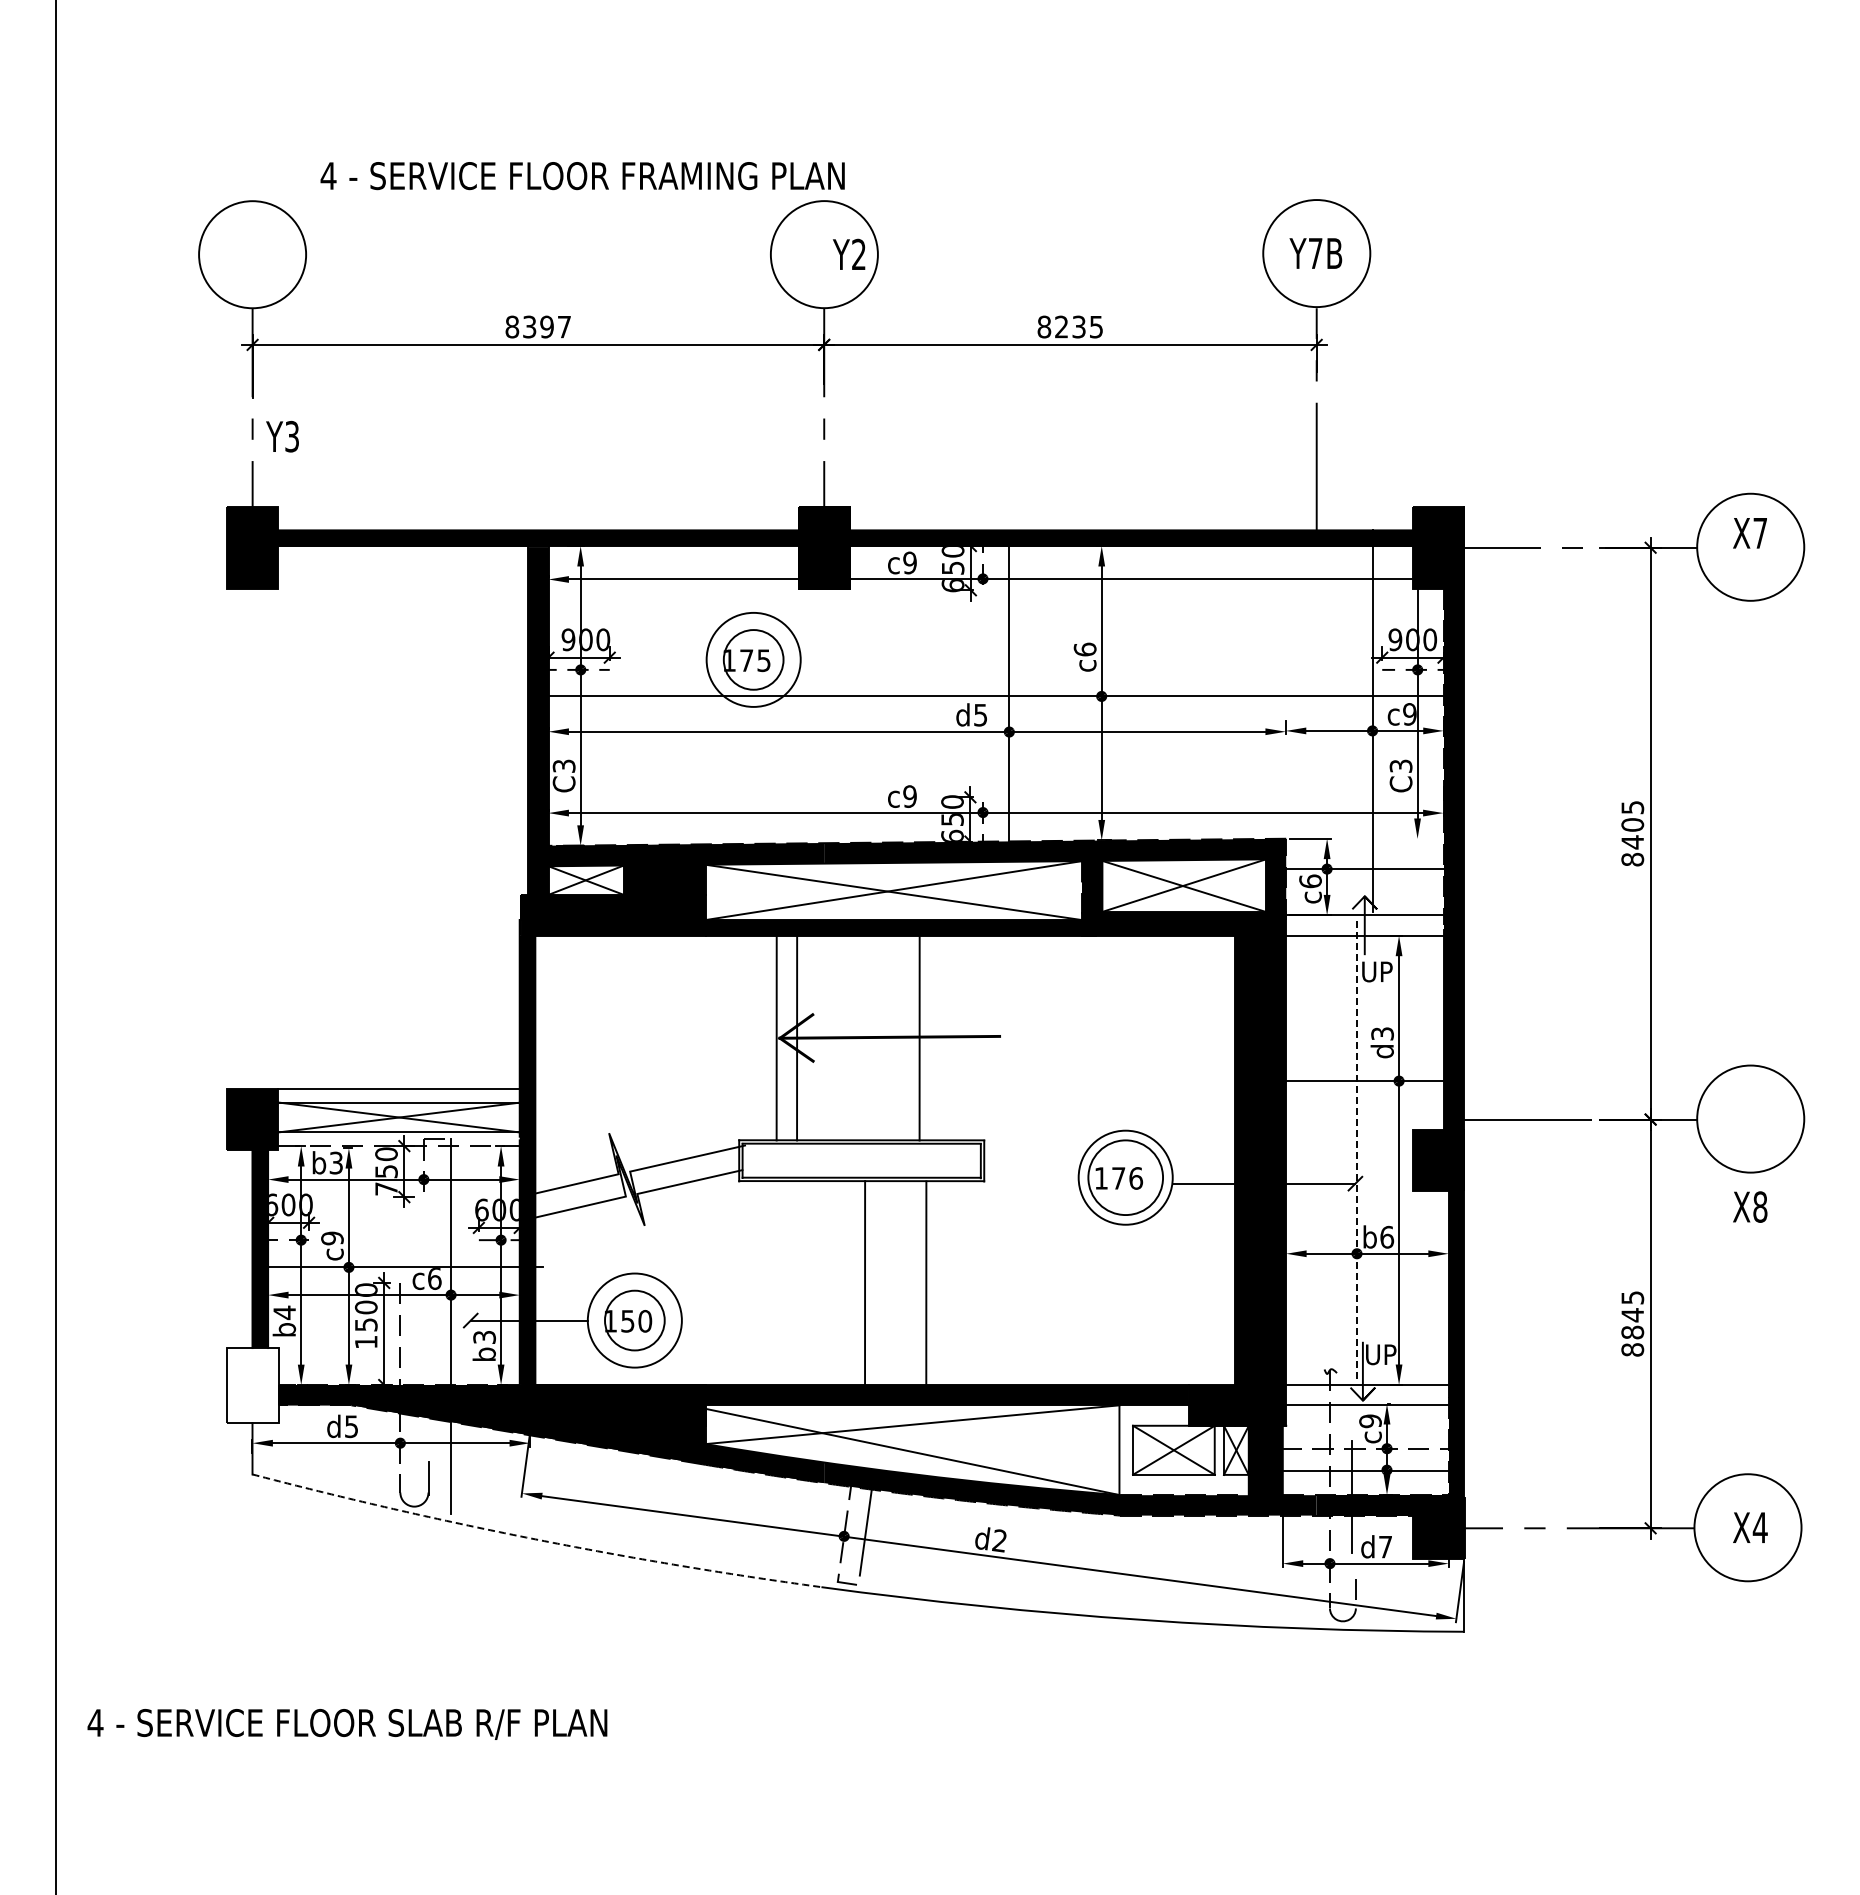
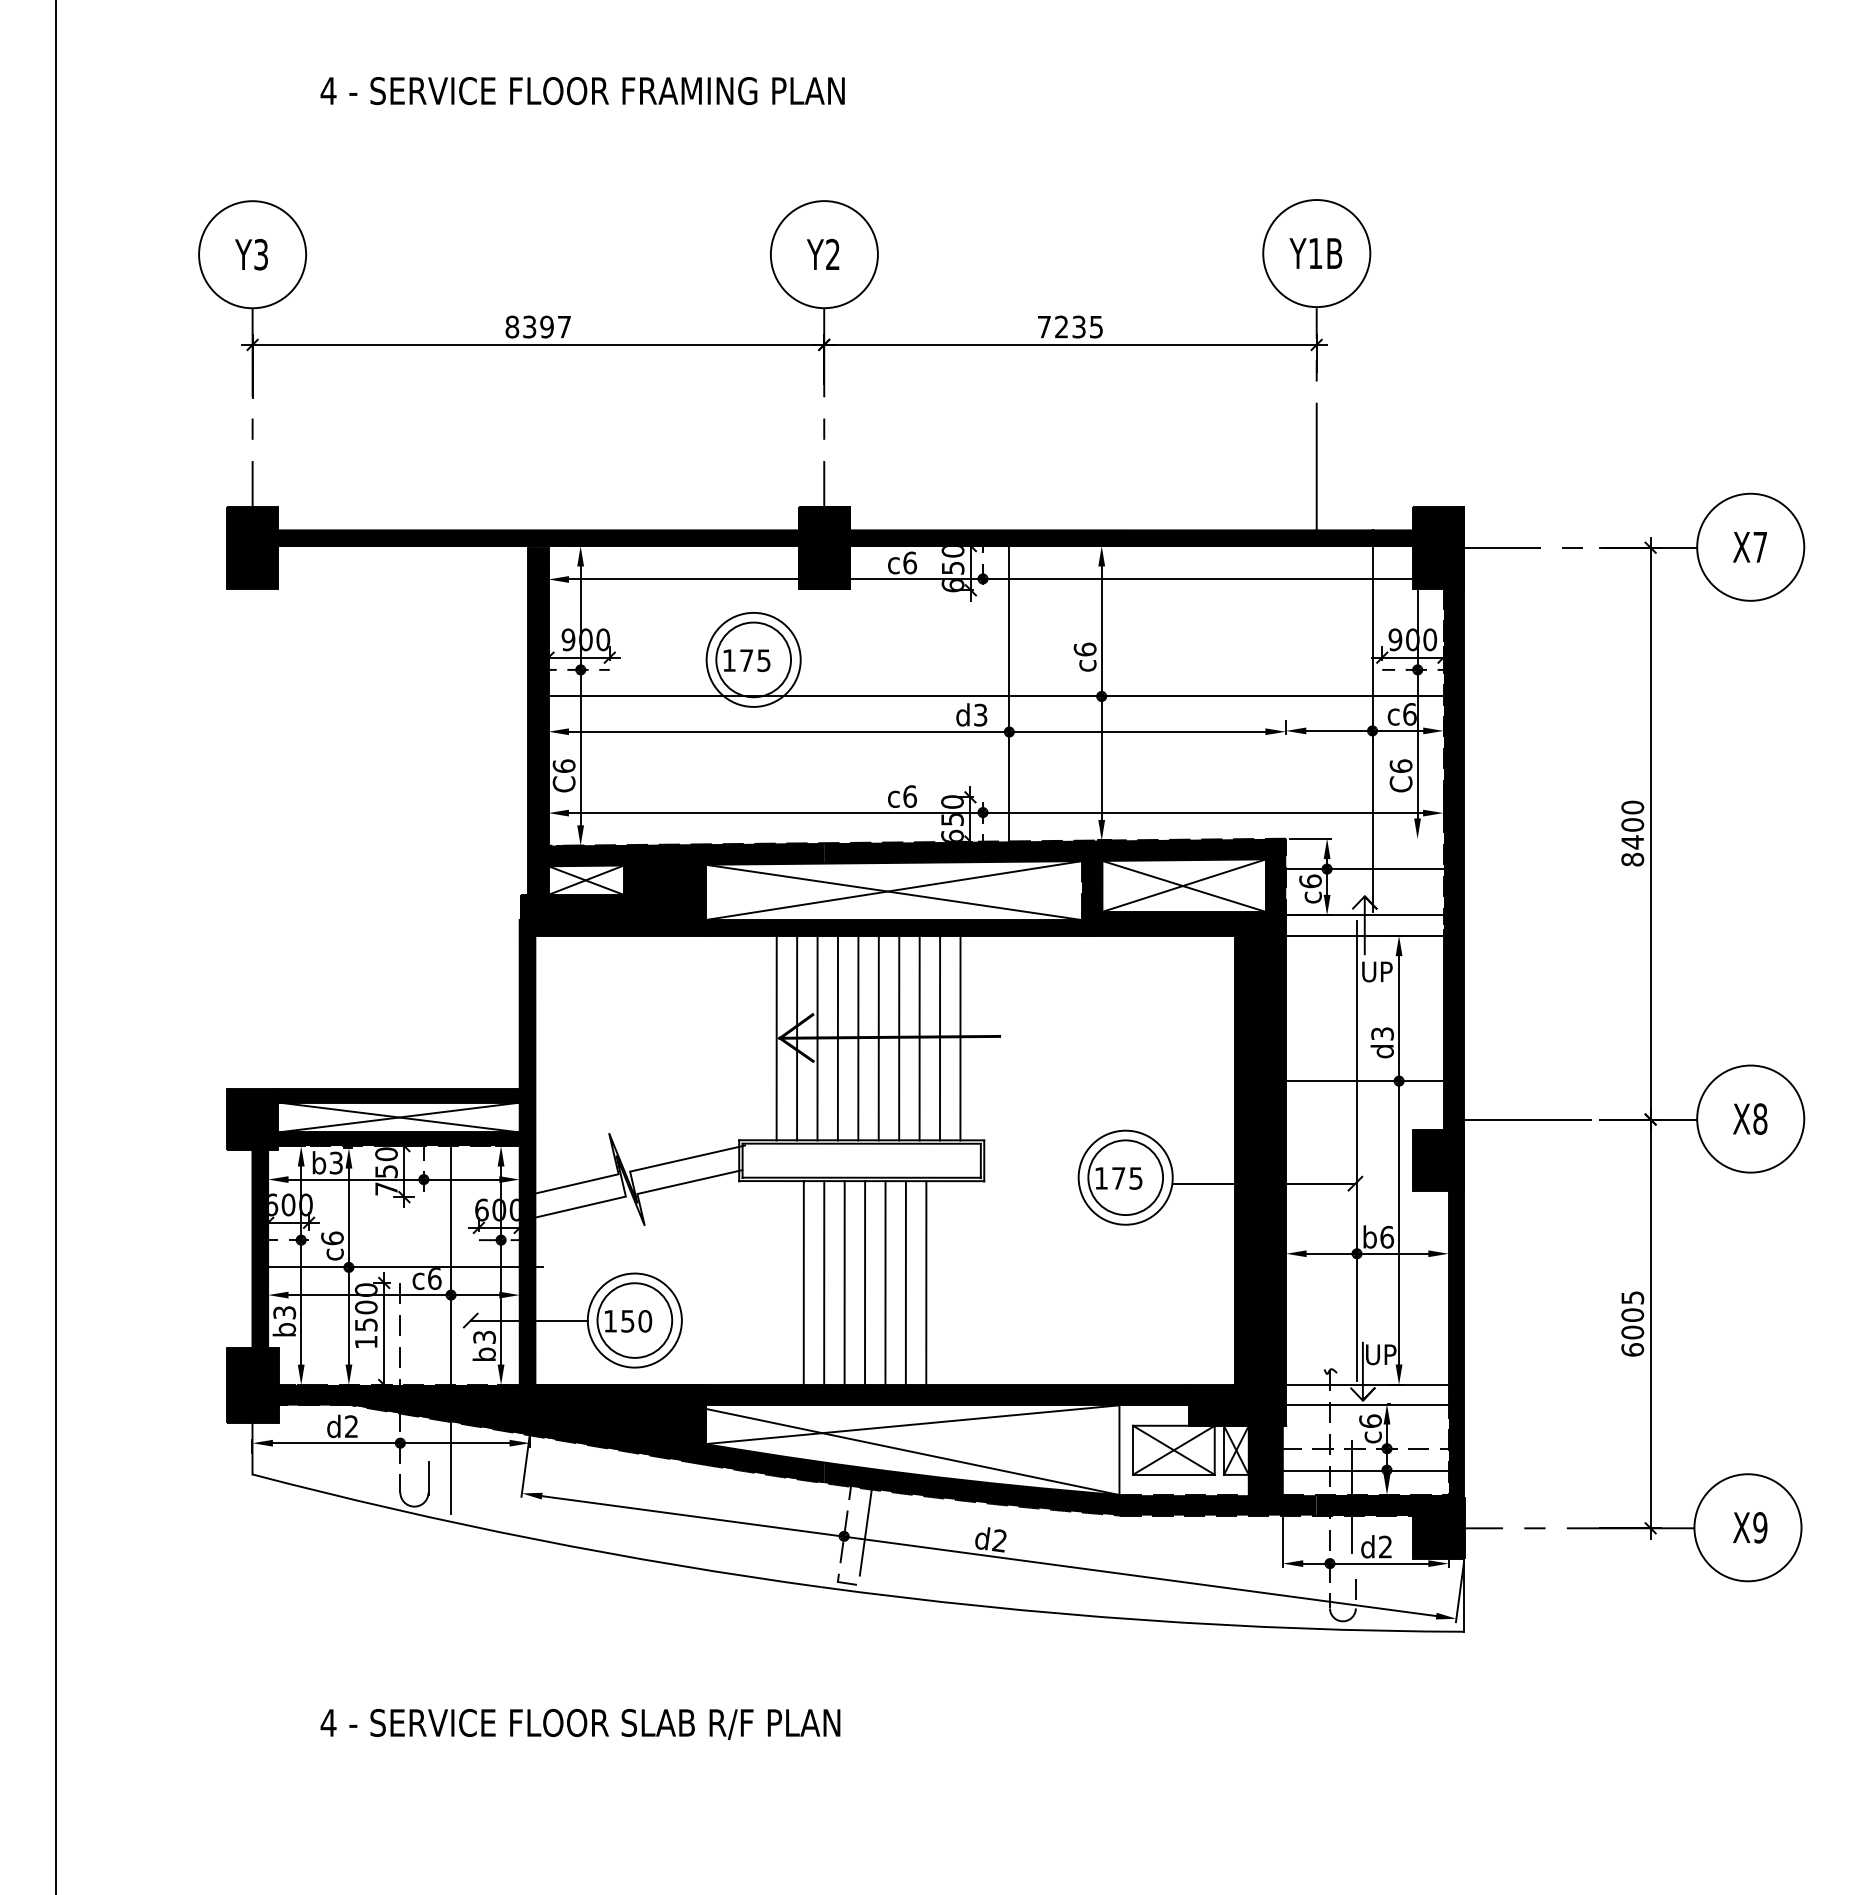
text at (582, 176) position: (582, 176) -> (582, 91)
text at (849, 253) position: (849, 253) -> (823, 253)
text at (1315, 253): Y7B -> Y1B
text at (1044, 326): 8235 -> 7235
text at (282, 436) position: (282, 436) -> (251, 254)
text at (1749, 533) position: (1749, 533) -> (1749, 547)
text at (909, 562): c9 -> c6
circle at (753, 659) diameter: 60 px -> 75 px
text at (980, 714): d5 -> d3
text at (1409, 714): c9 -> c6
text at (563, 765): C3 -> C6
text at (1400, 765): C3 -> C6
text at (910, 796): c9 -> c6
text at (1632, 807): 8405 -> 8400
line at (817, 1038): none -> present
line at (837, 1038): none -> present
line at (858, 1038): none -> present
line at (878, 1038): none -> present
line at (899, 1038): none -> present
line at (940, 1038): none -> present
line at (960, 1038): none -> present
fill at (398, 1095): none -> present
fill at (398, 1139): none -> present
line at (1357, 1151): dashed -> solid
text at (1136, 1178): 176 -> 175
text at (1750, 1206) position: (1750, 1206) -> (1750, 1118)
text at (332, 1238): c9 -> c6
line at (803, 1282): none -> present
line at (844, 1282): none -> present
line at (885, 1282): none -> present
line at (905, 1282): none -> present
line at (824, 1283): none -> present
text at (284, 1312): b4 -> b3
circle at (634, 1320) diameter: 60 px -> 75 px
text at (1632, 1332): 8845 -> 6005
fill at (252, 1385): none -> present
text at (1370, 1421): c9 -> c6
text at (351, 1426): d5 -> d2
text at (1759, 1527): X4 -> X9
arc at (535, 1539): dashed -> solid
text at (1385, 1546): d7 -> d2
text at (347, 1724) position: (347, 1724) -> (580, 1724)
